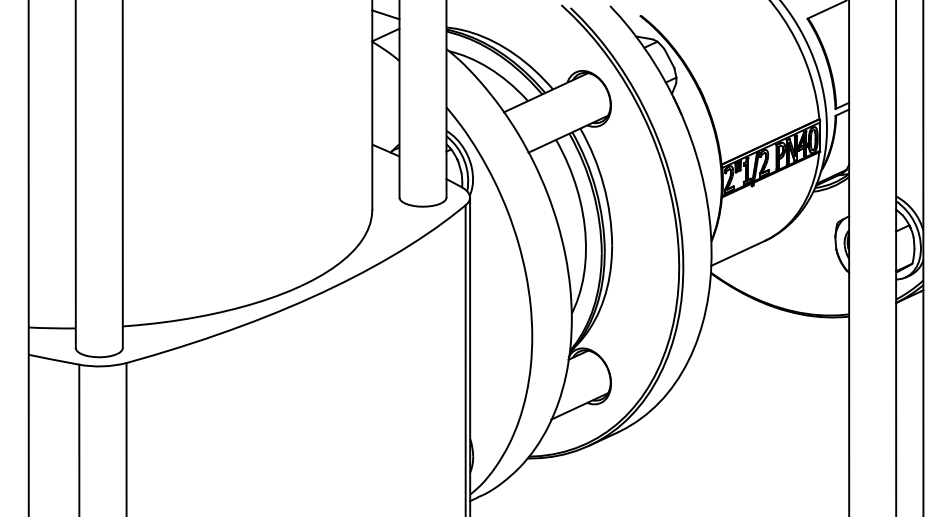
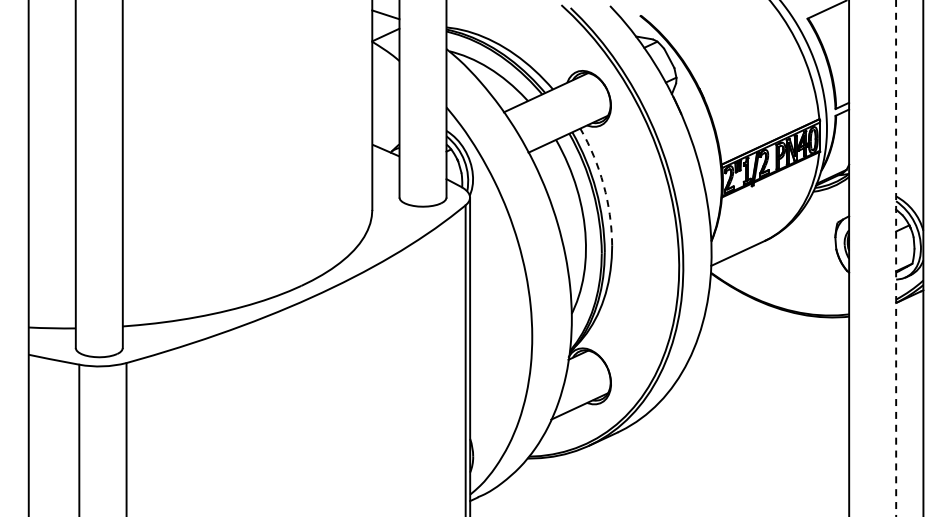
arc at (603, 184): solid -> dashed
line at (896, 258): solid -> dashed
